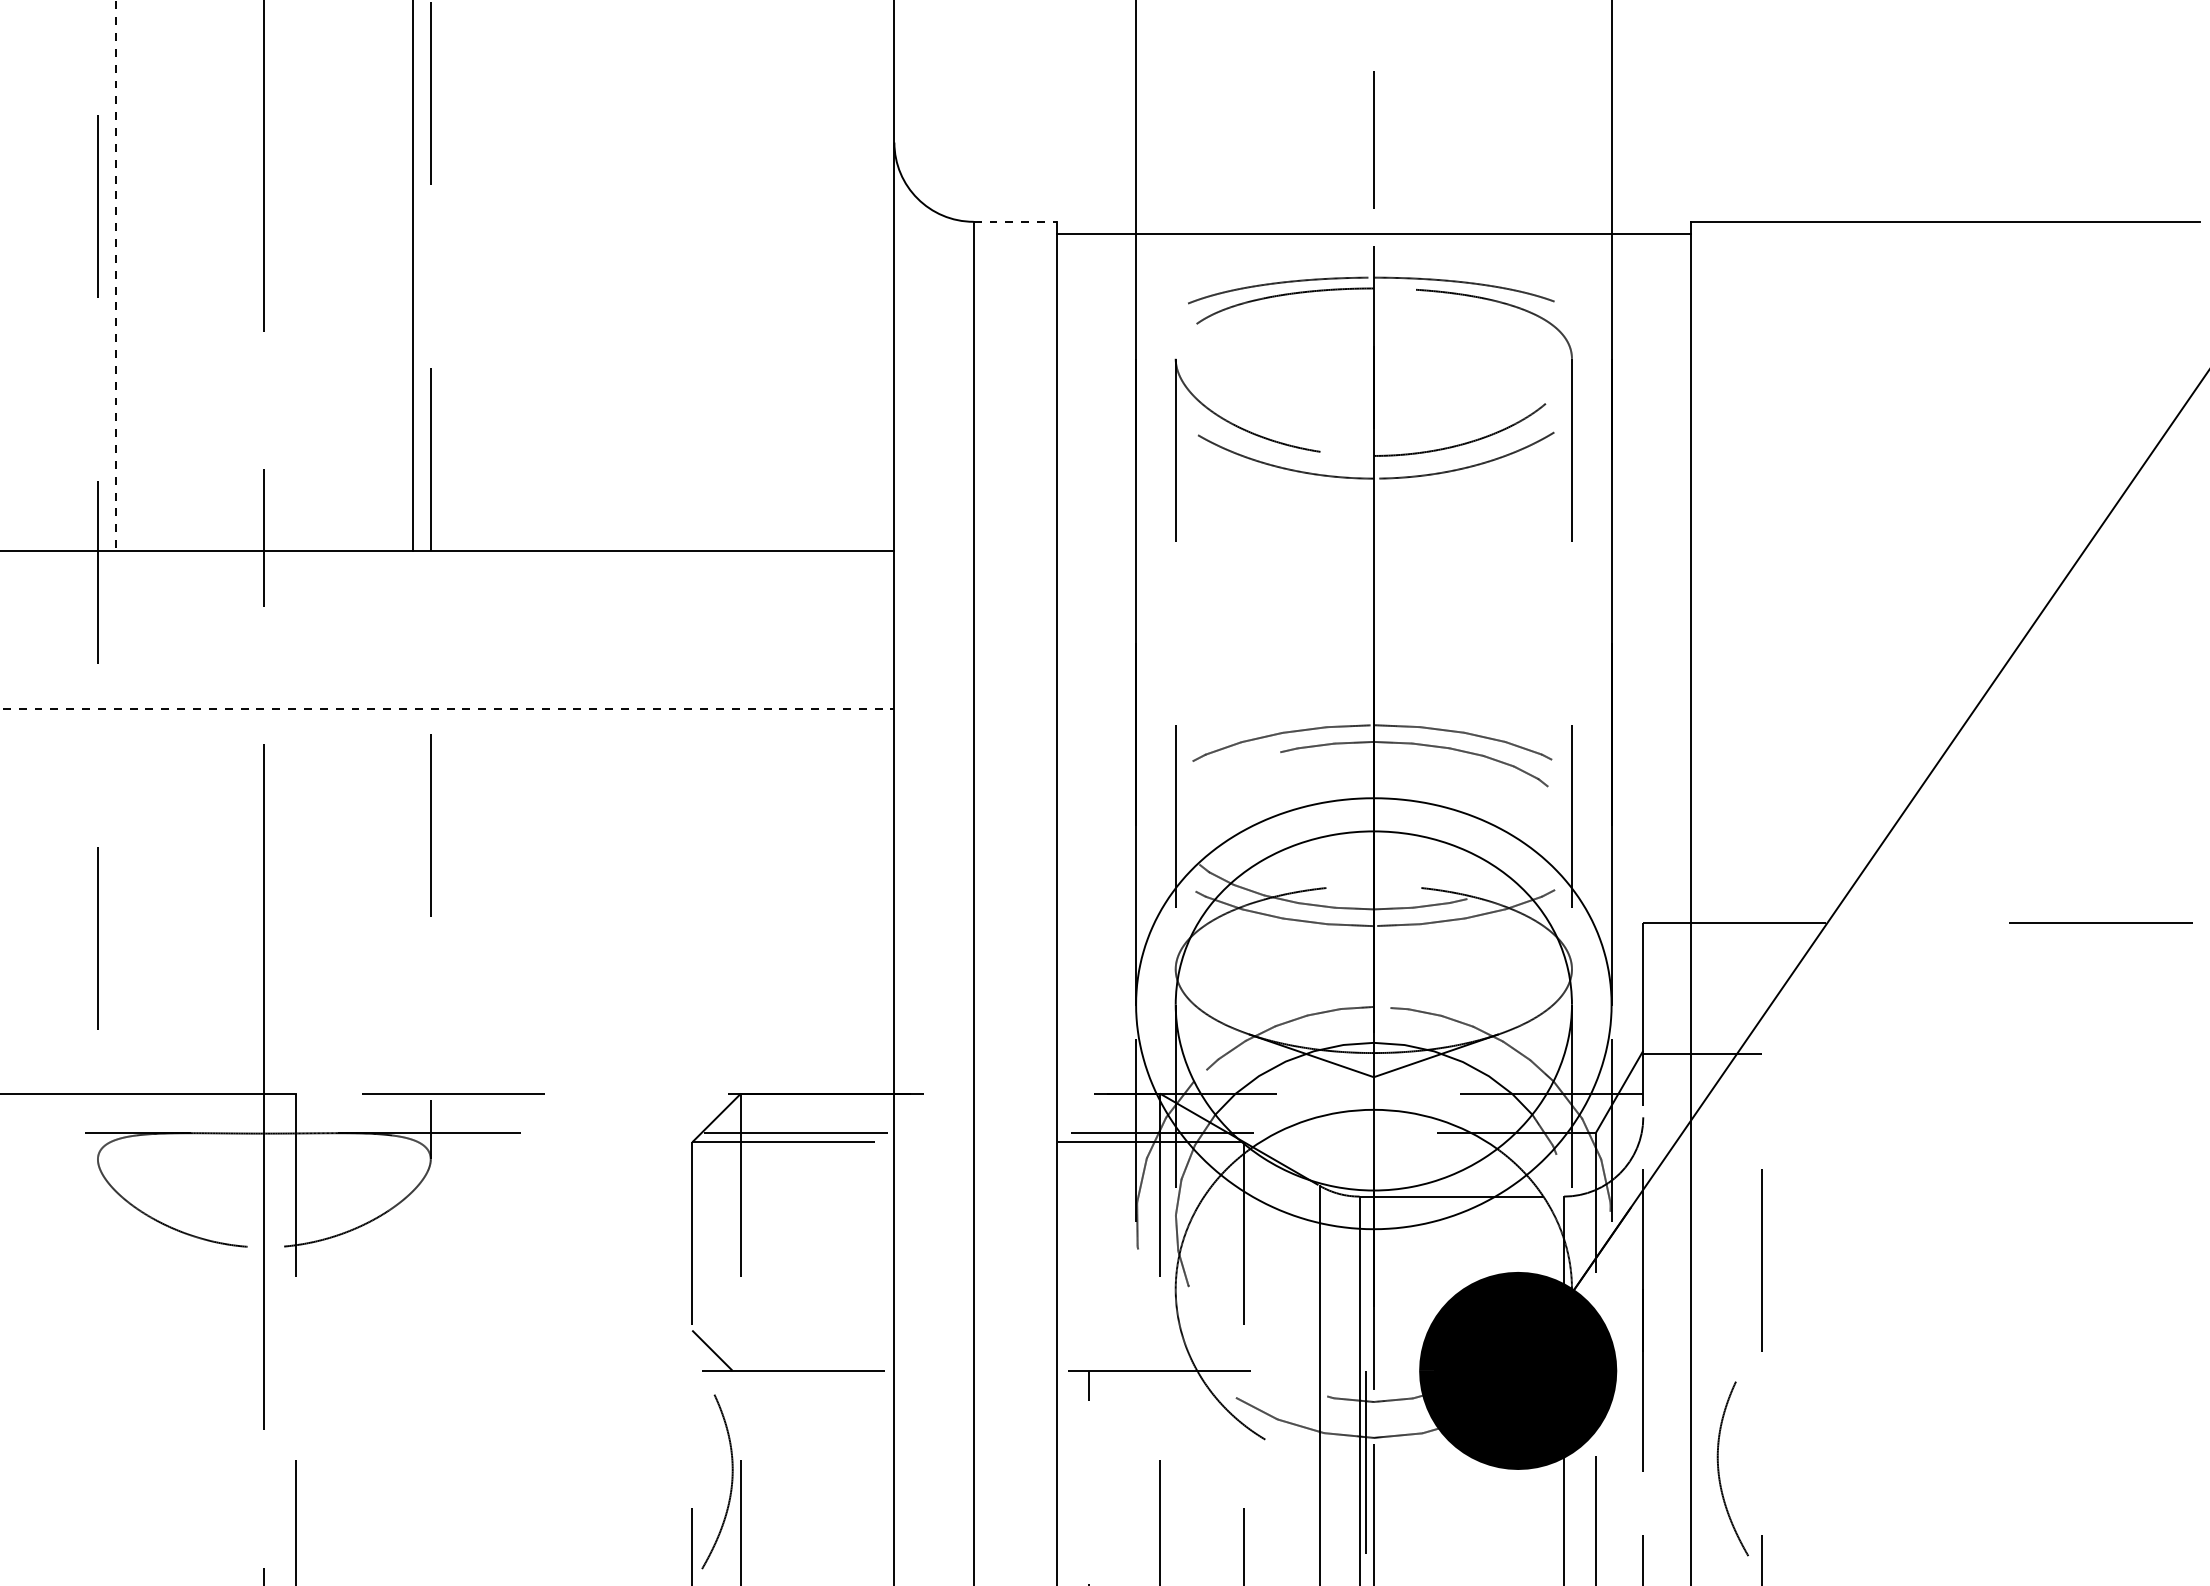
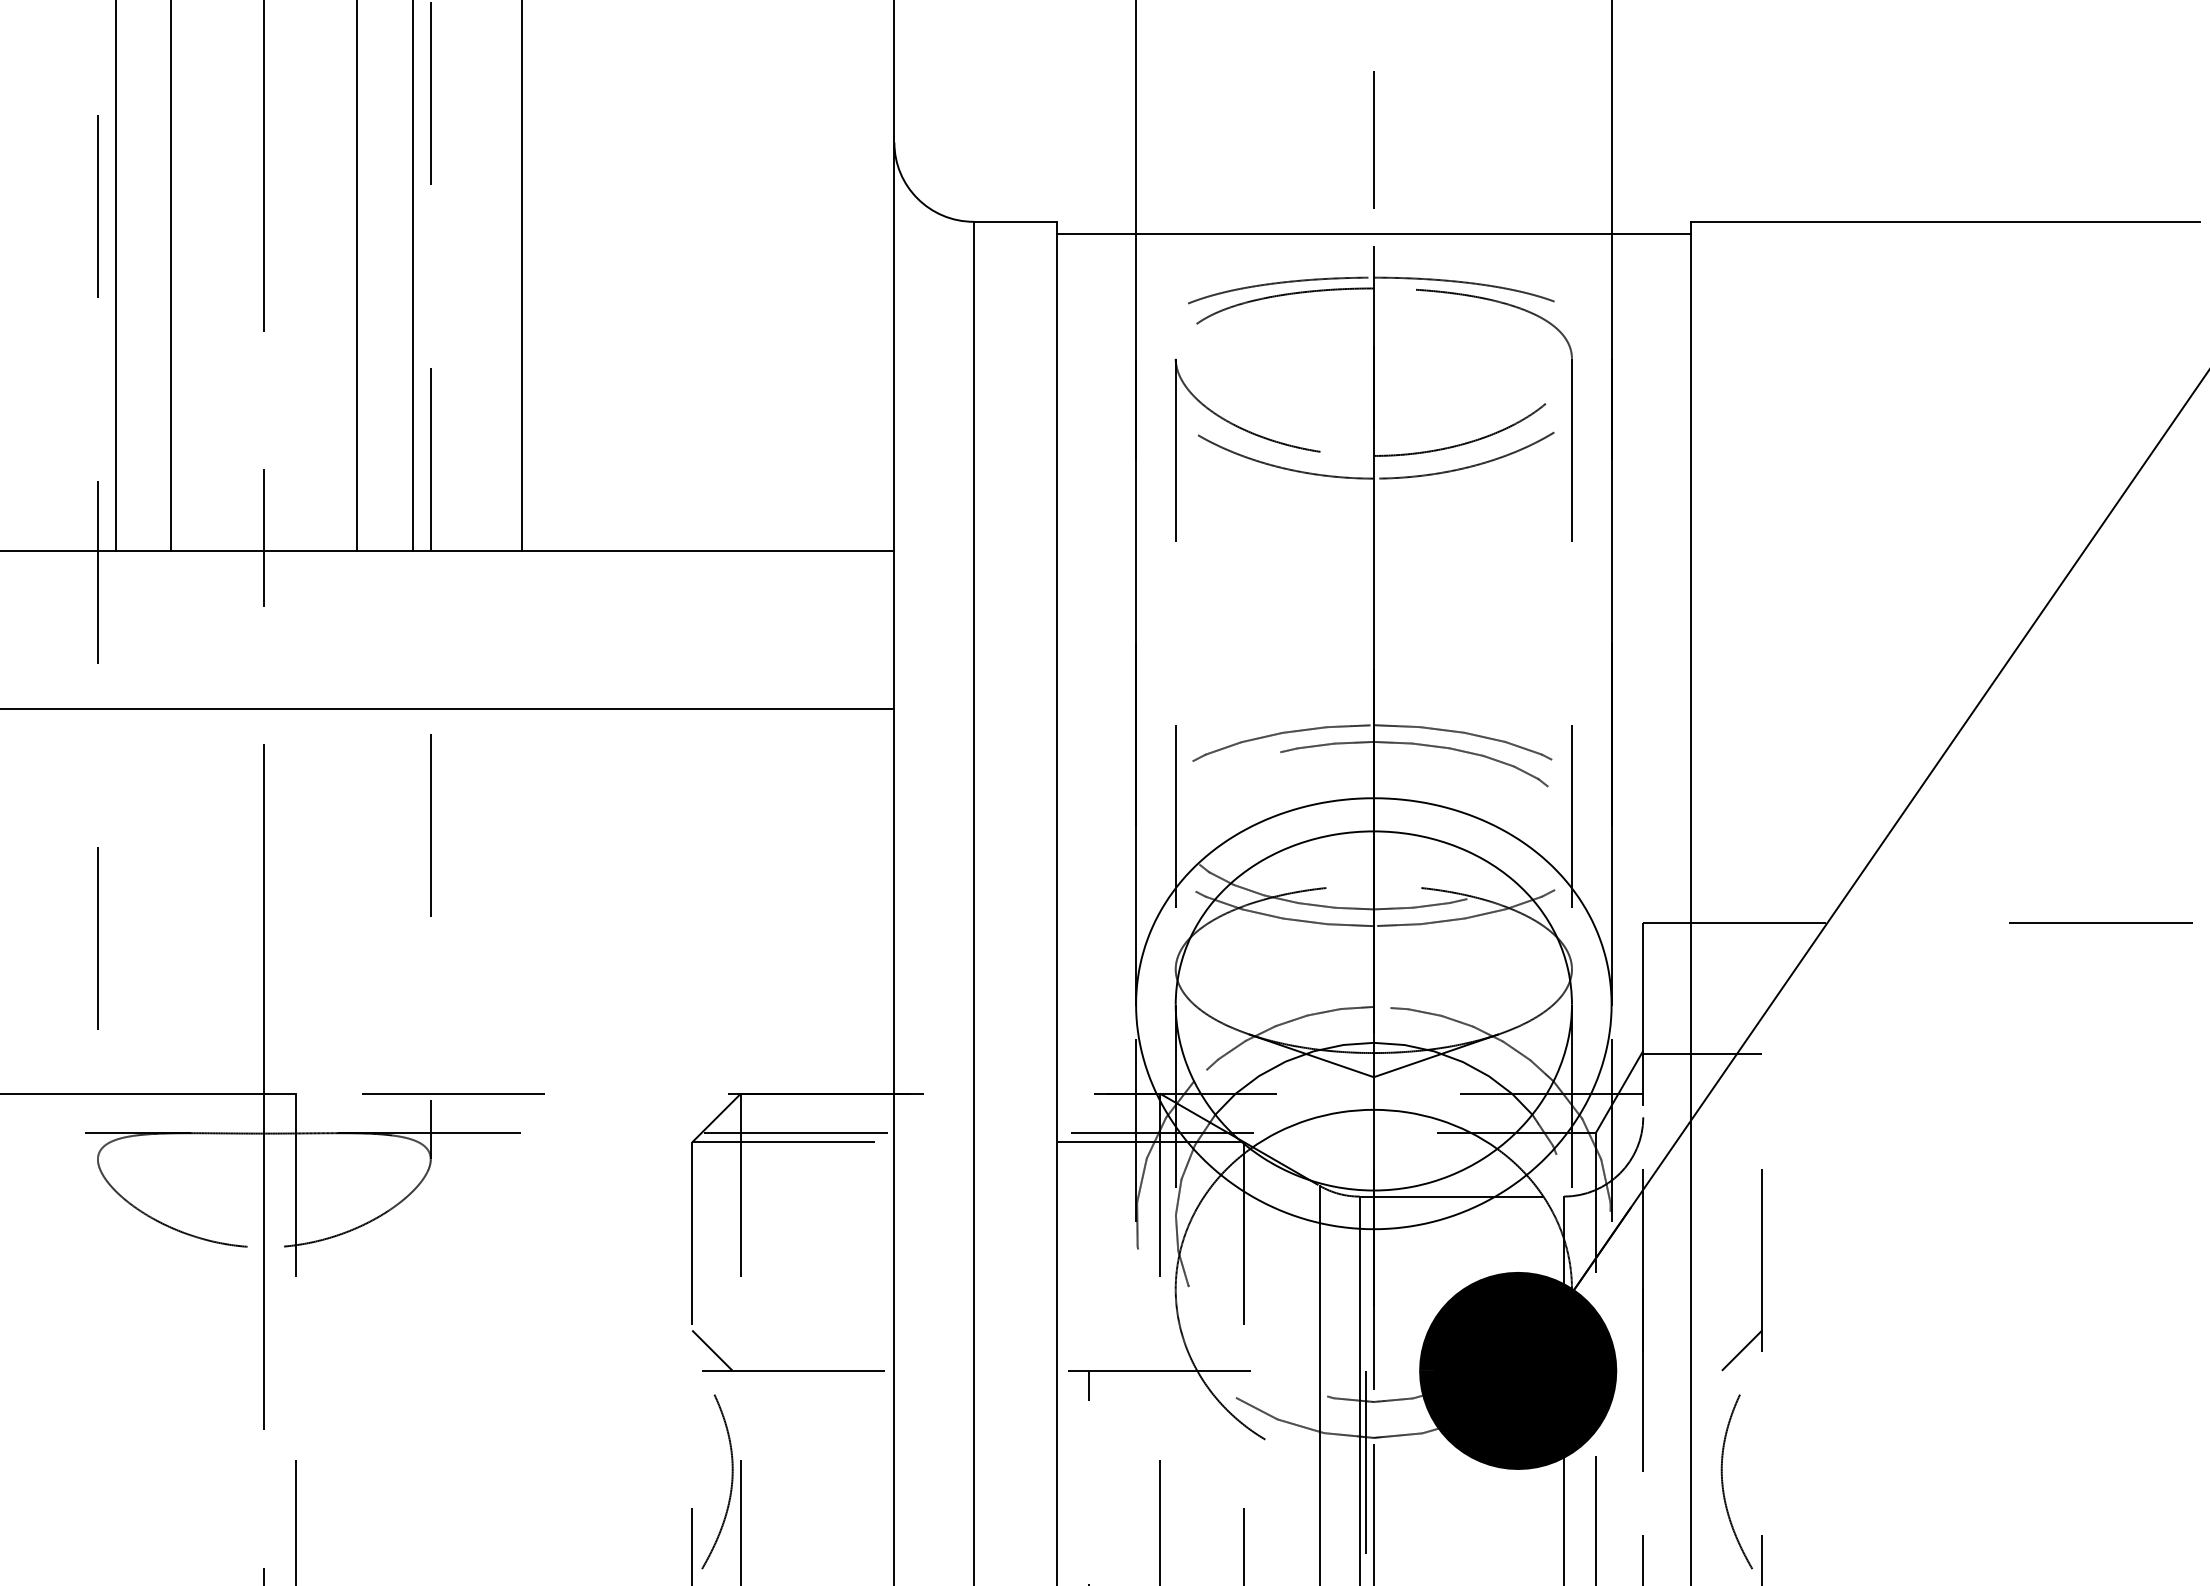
line at (1015, 221): dashed -> solid
line at (115, 275): dashed -> solid
line at (171, 276): none -> present
line at (357, 276): none -> present
line at (521, 276): none -> present
line at (447, 709): dashed -> solid
line at (1741, 1350): none -> present
curve at (1719, 1468) position: (1719, 1468) -> (1723, 1481)
